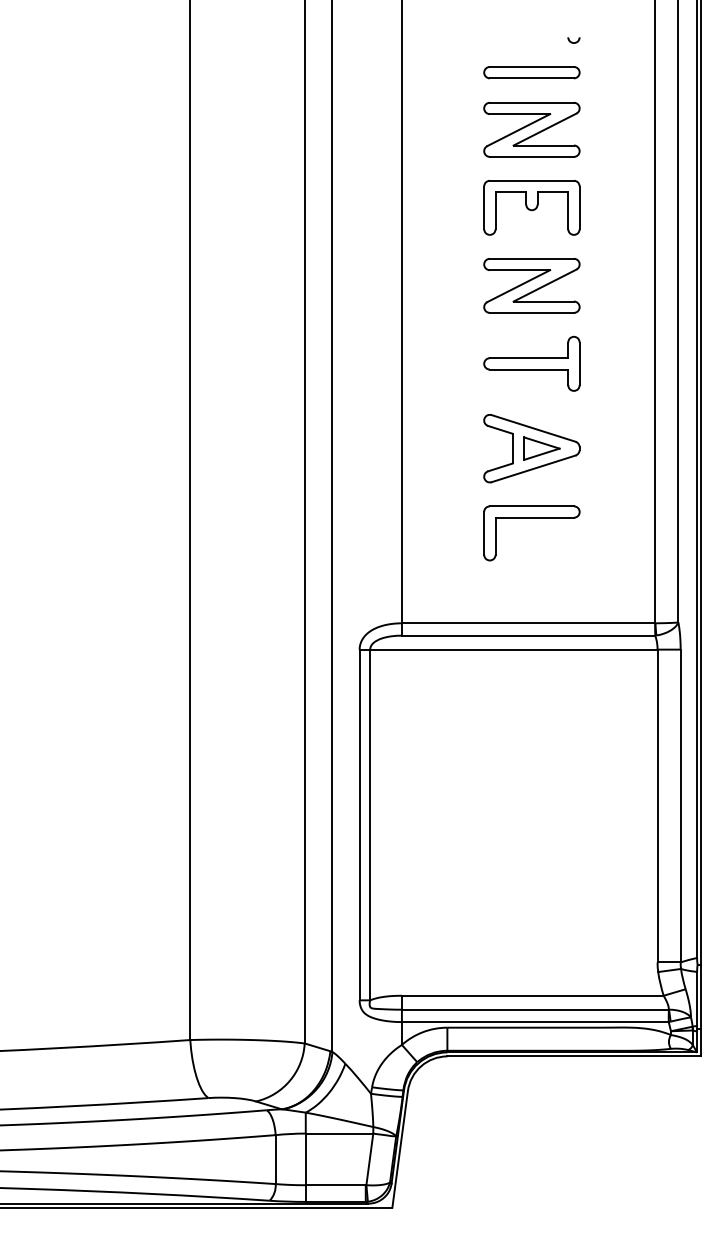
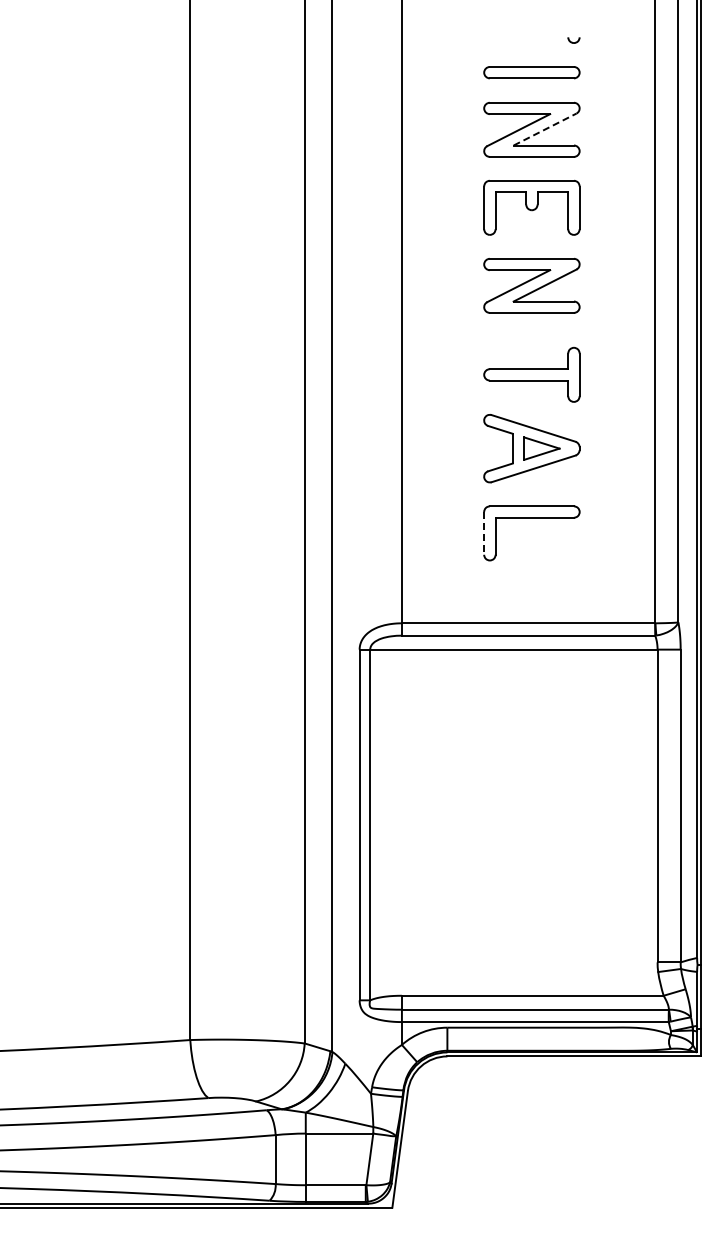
line at (545, 129): solid -> dashed
part at (531, 363) position: (531, 363) -> (531, 374)
line at (484, 533): solid -> dashed
